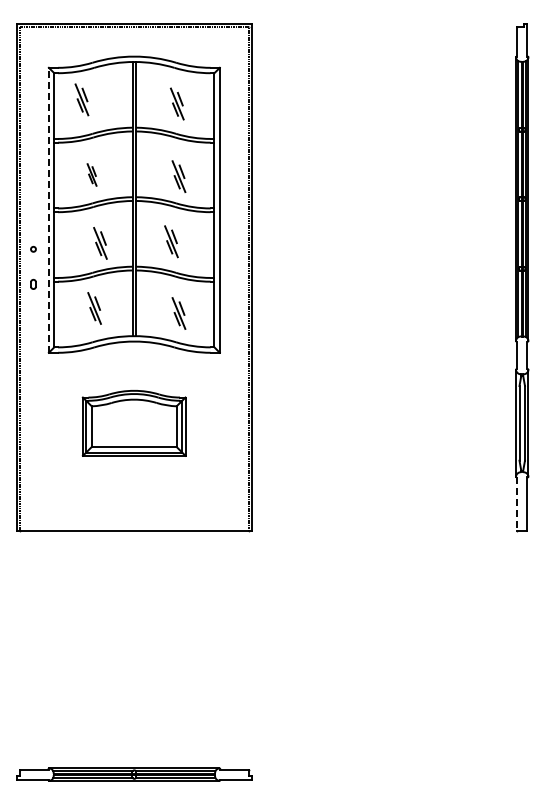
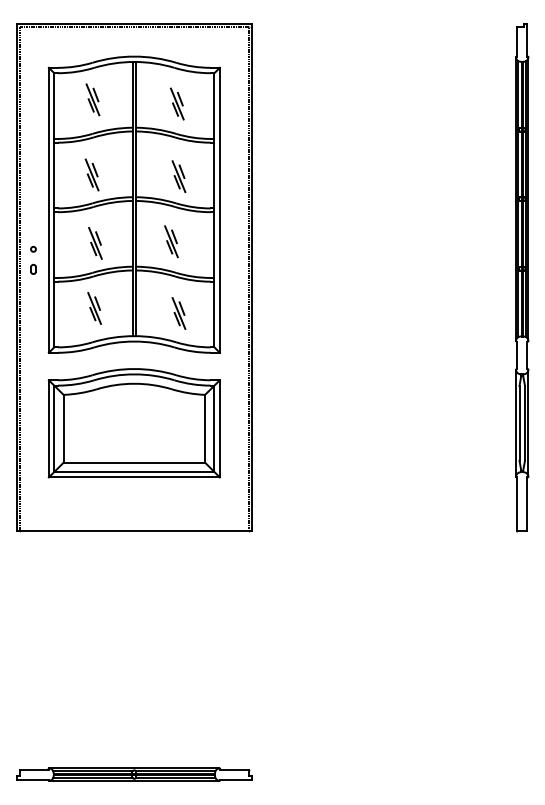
part at (81, 99) position: (81, 99) -> (92, 99)
part at (91, 174) size: 12x24 px -> 16x34 px
line at (48, 209): dashed -> solid
part at (100, 243) position: (100, 243) -> (95, 243)
part at (33, 283) position: (33, 283) -> (33, 268)
part at (133, 423) size: 106x67 px -> 174x111 px
line at (517, 504): dashed -> solid
